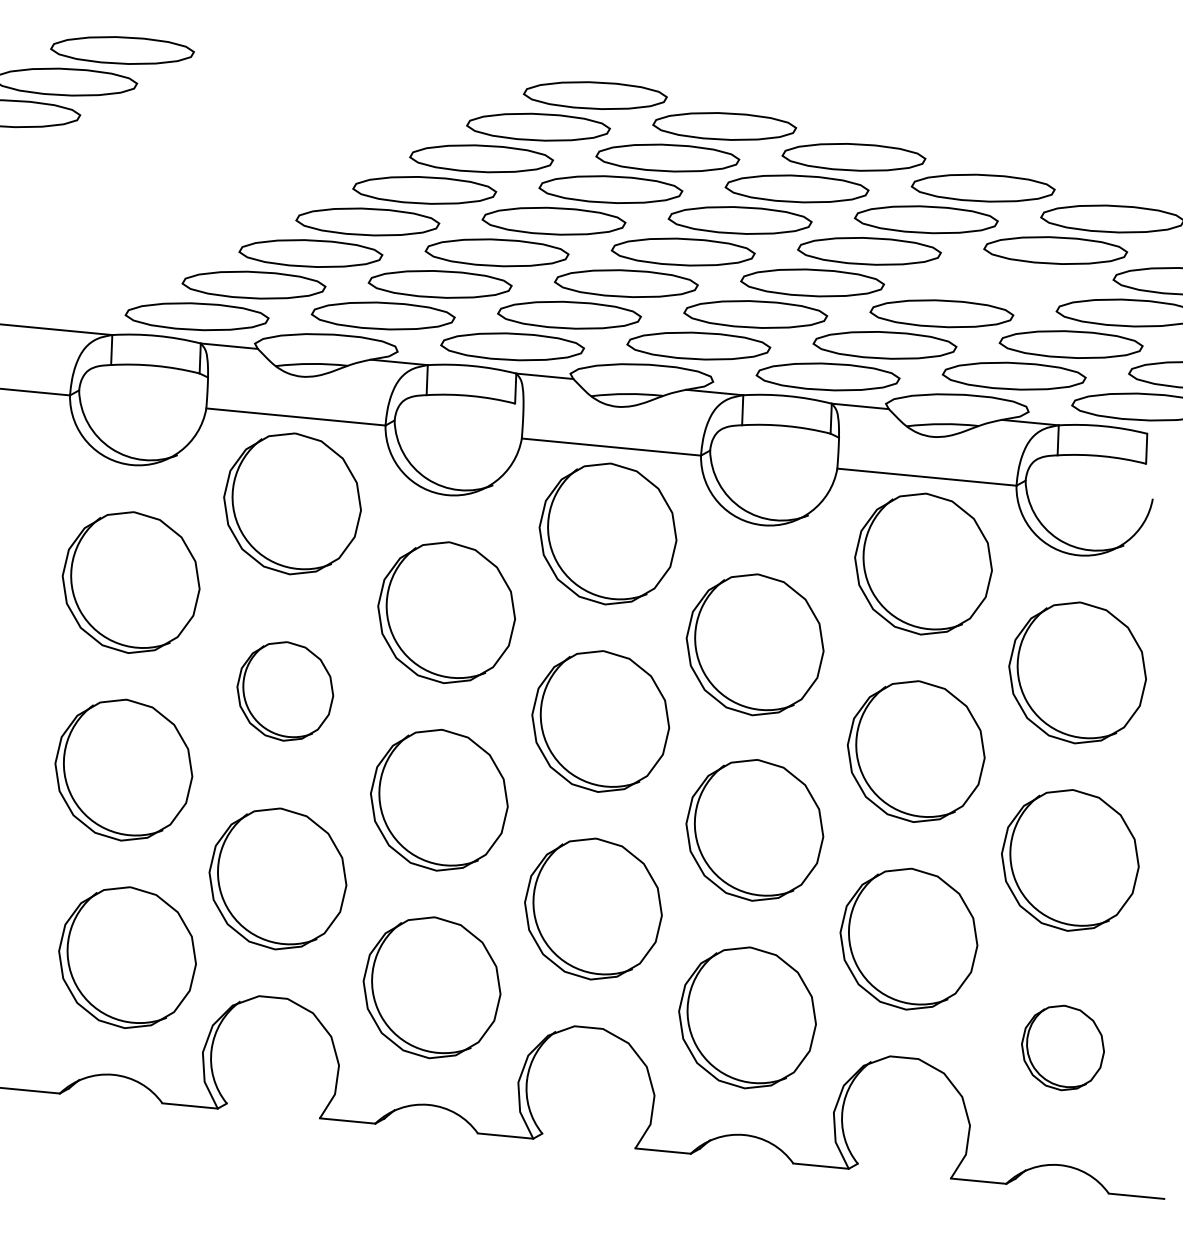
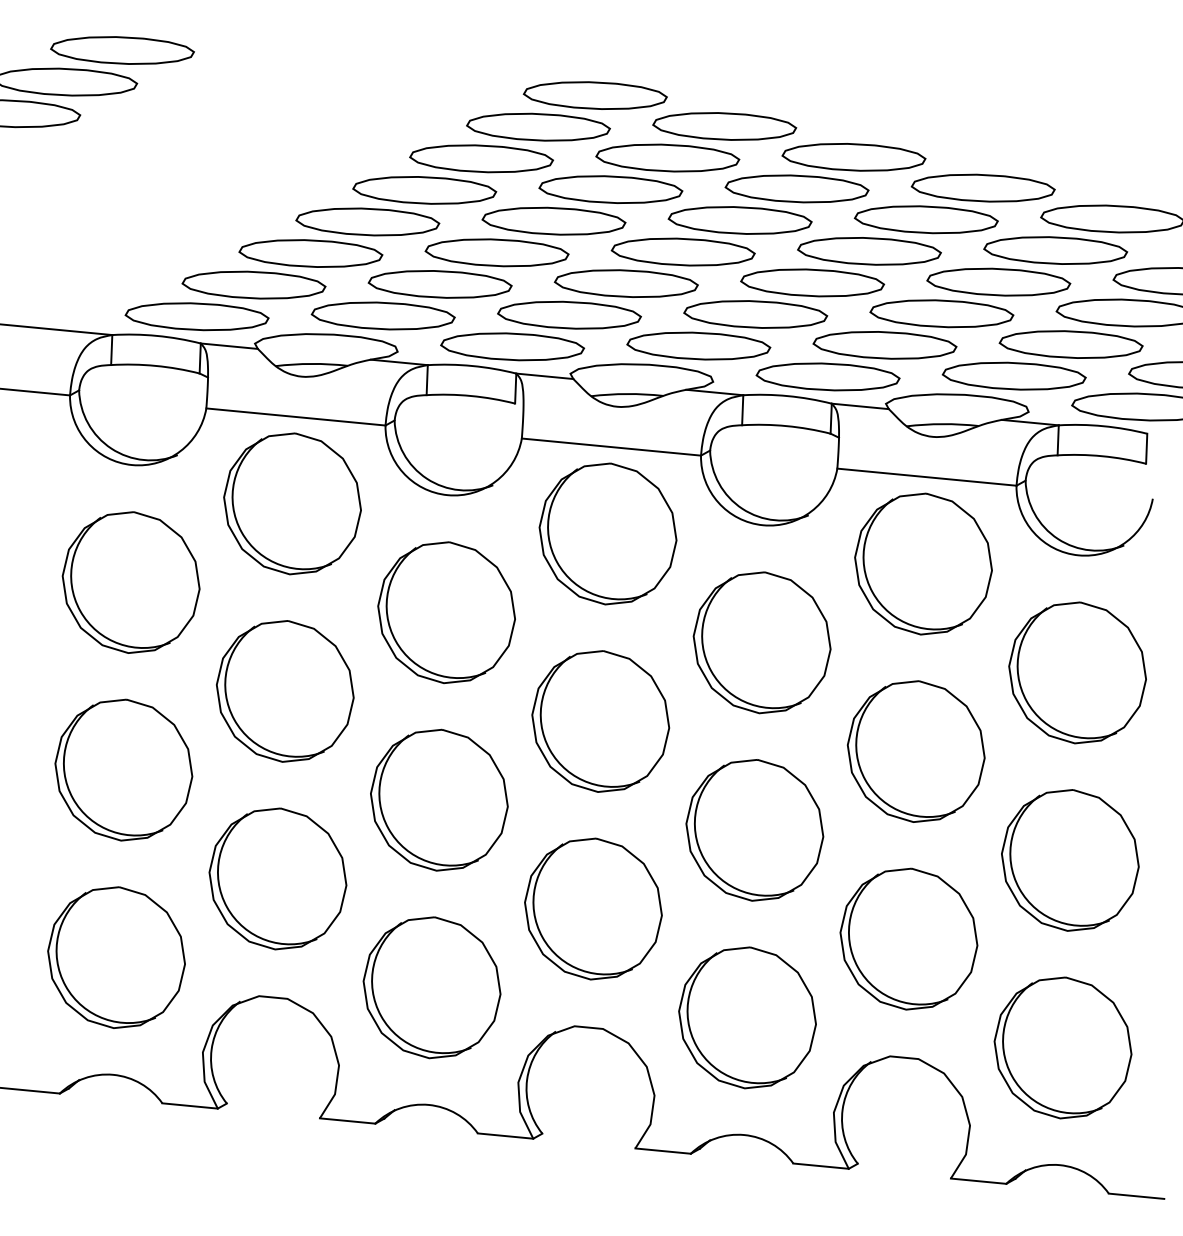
part at (998, 281): none -> present
part at (754, 644) position: (754, 644) -> (761, 642)
part at (285, 691) size: 99x101 px -> 139x143 px
part at (127, 957) position: (127, 957) -> (116, 957)
part at (1062, 1047) size: 84x88 px -> 140x144 px
